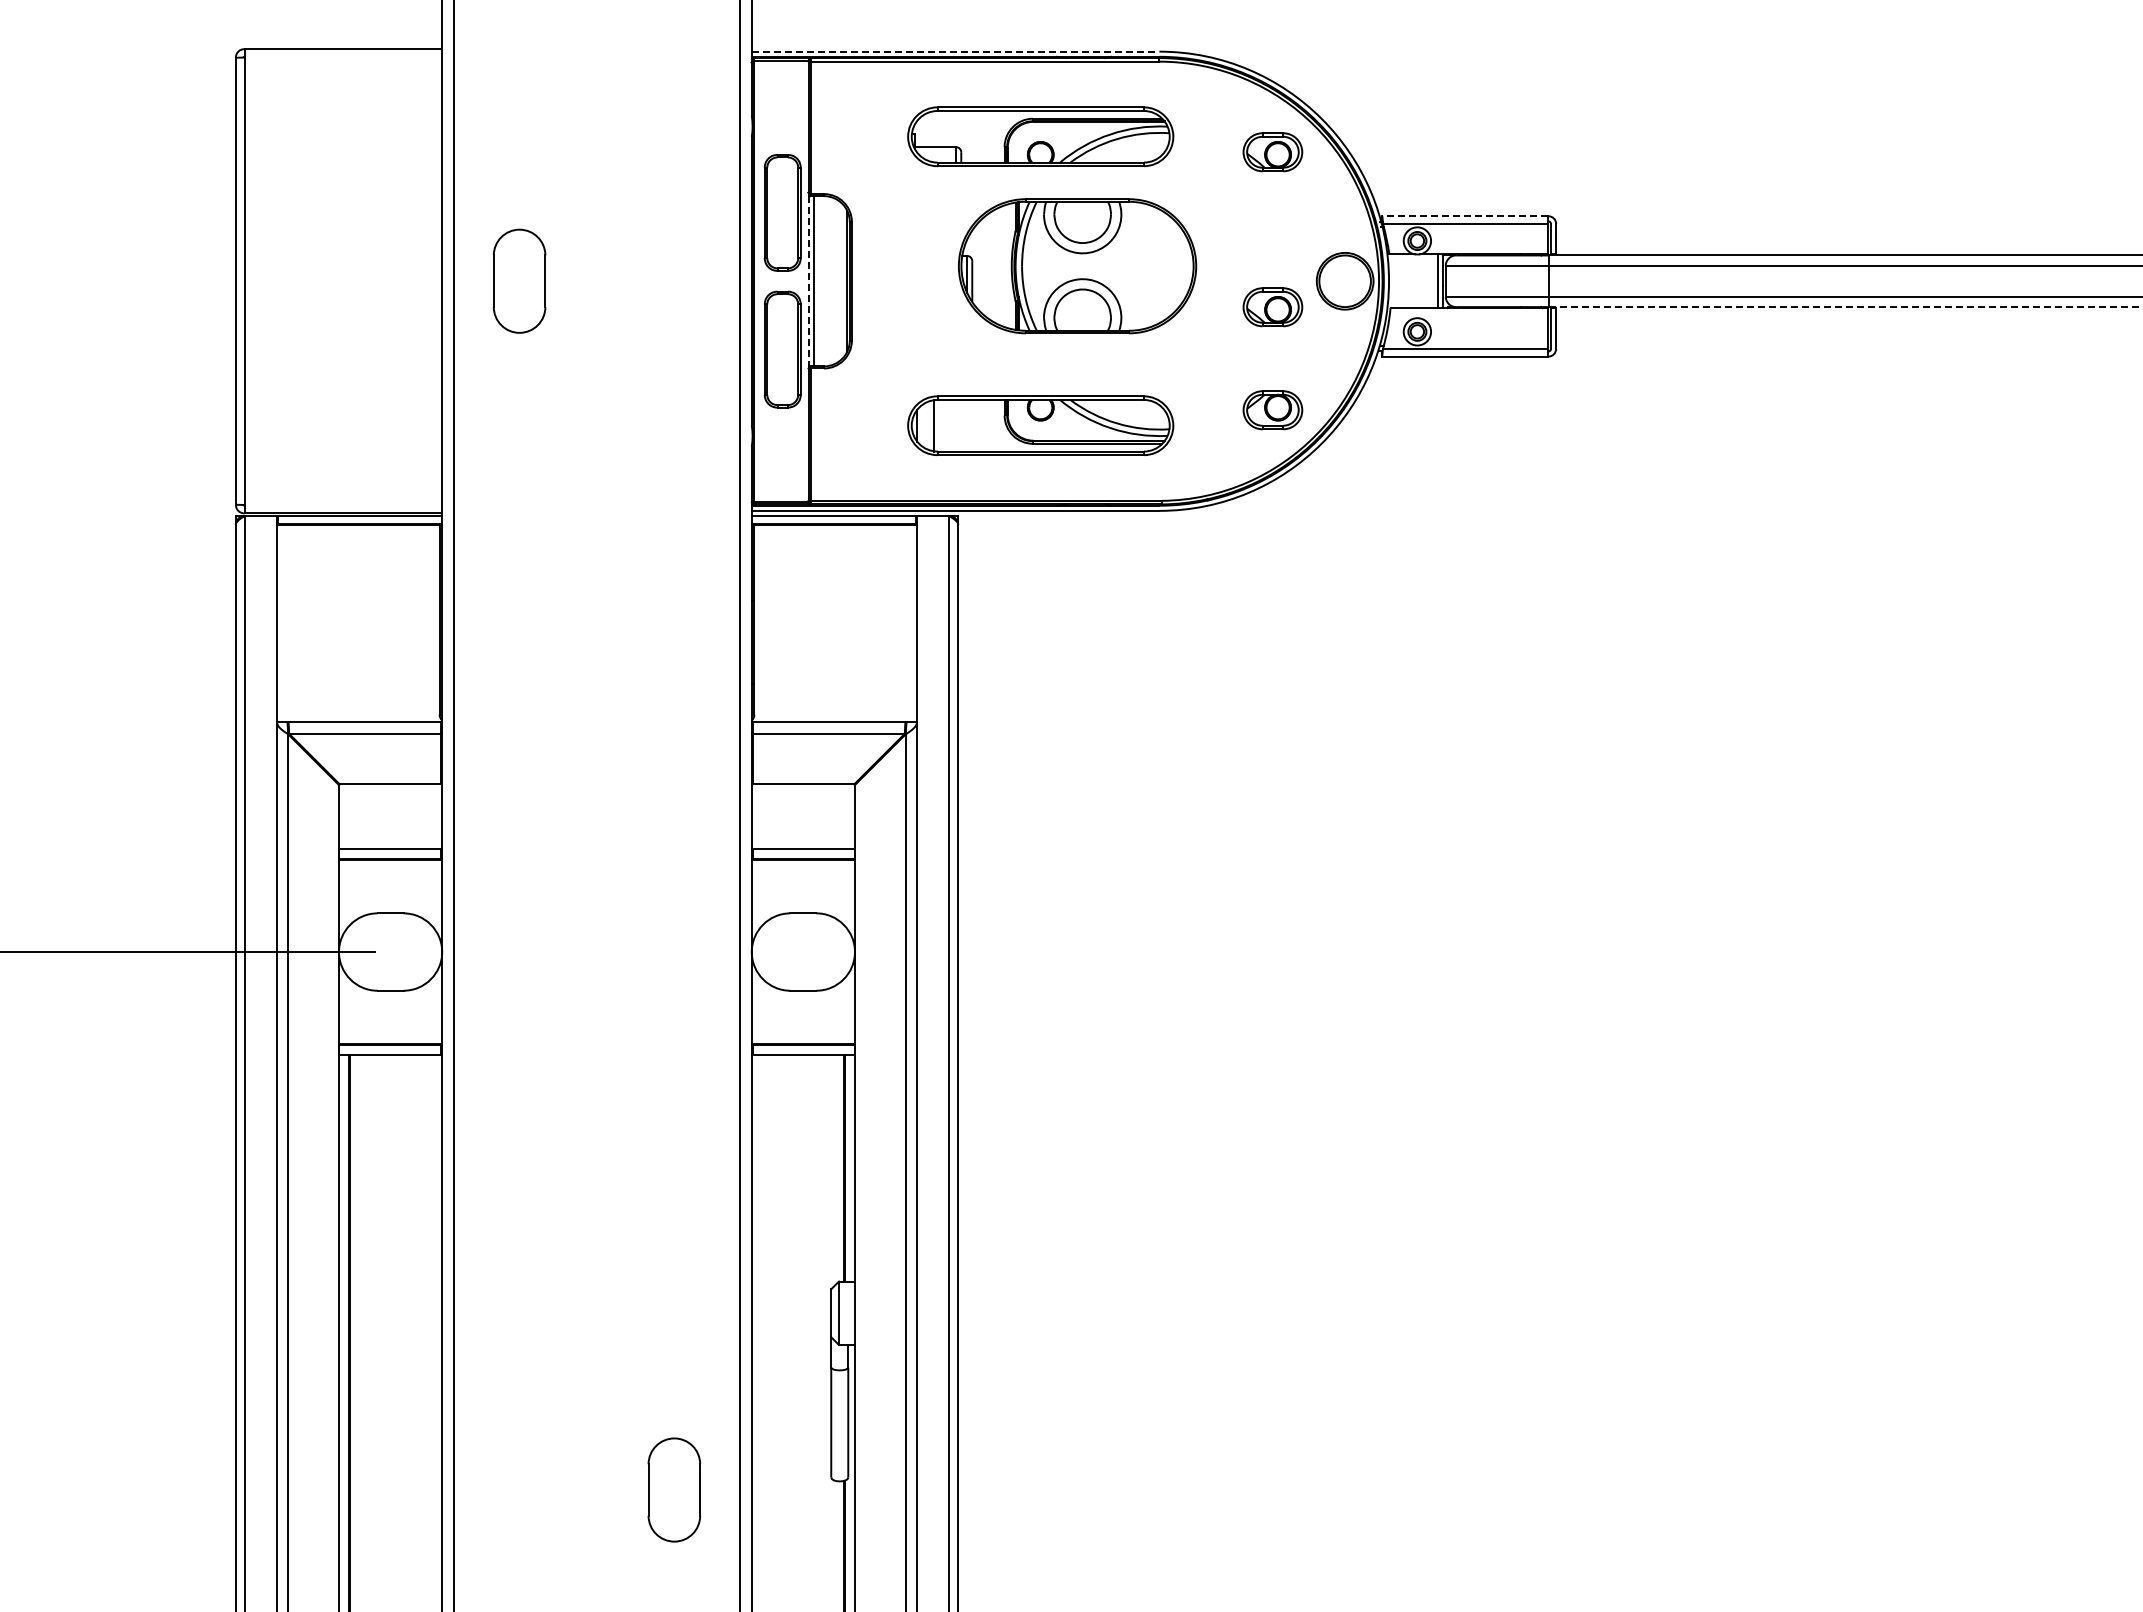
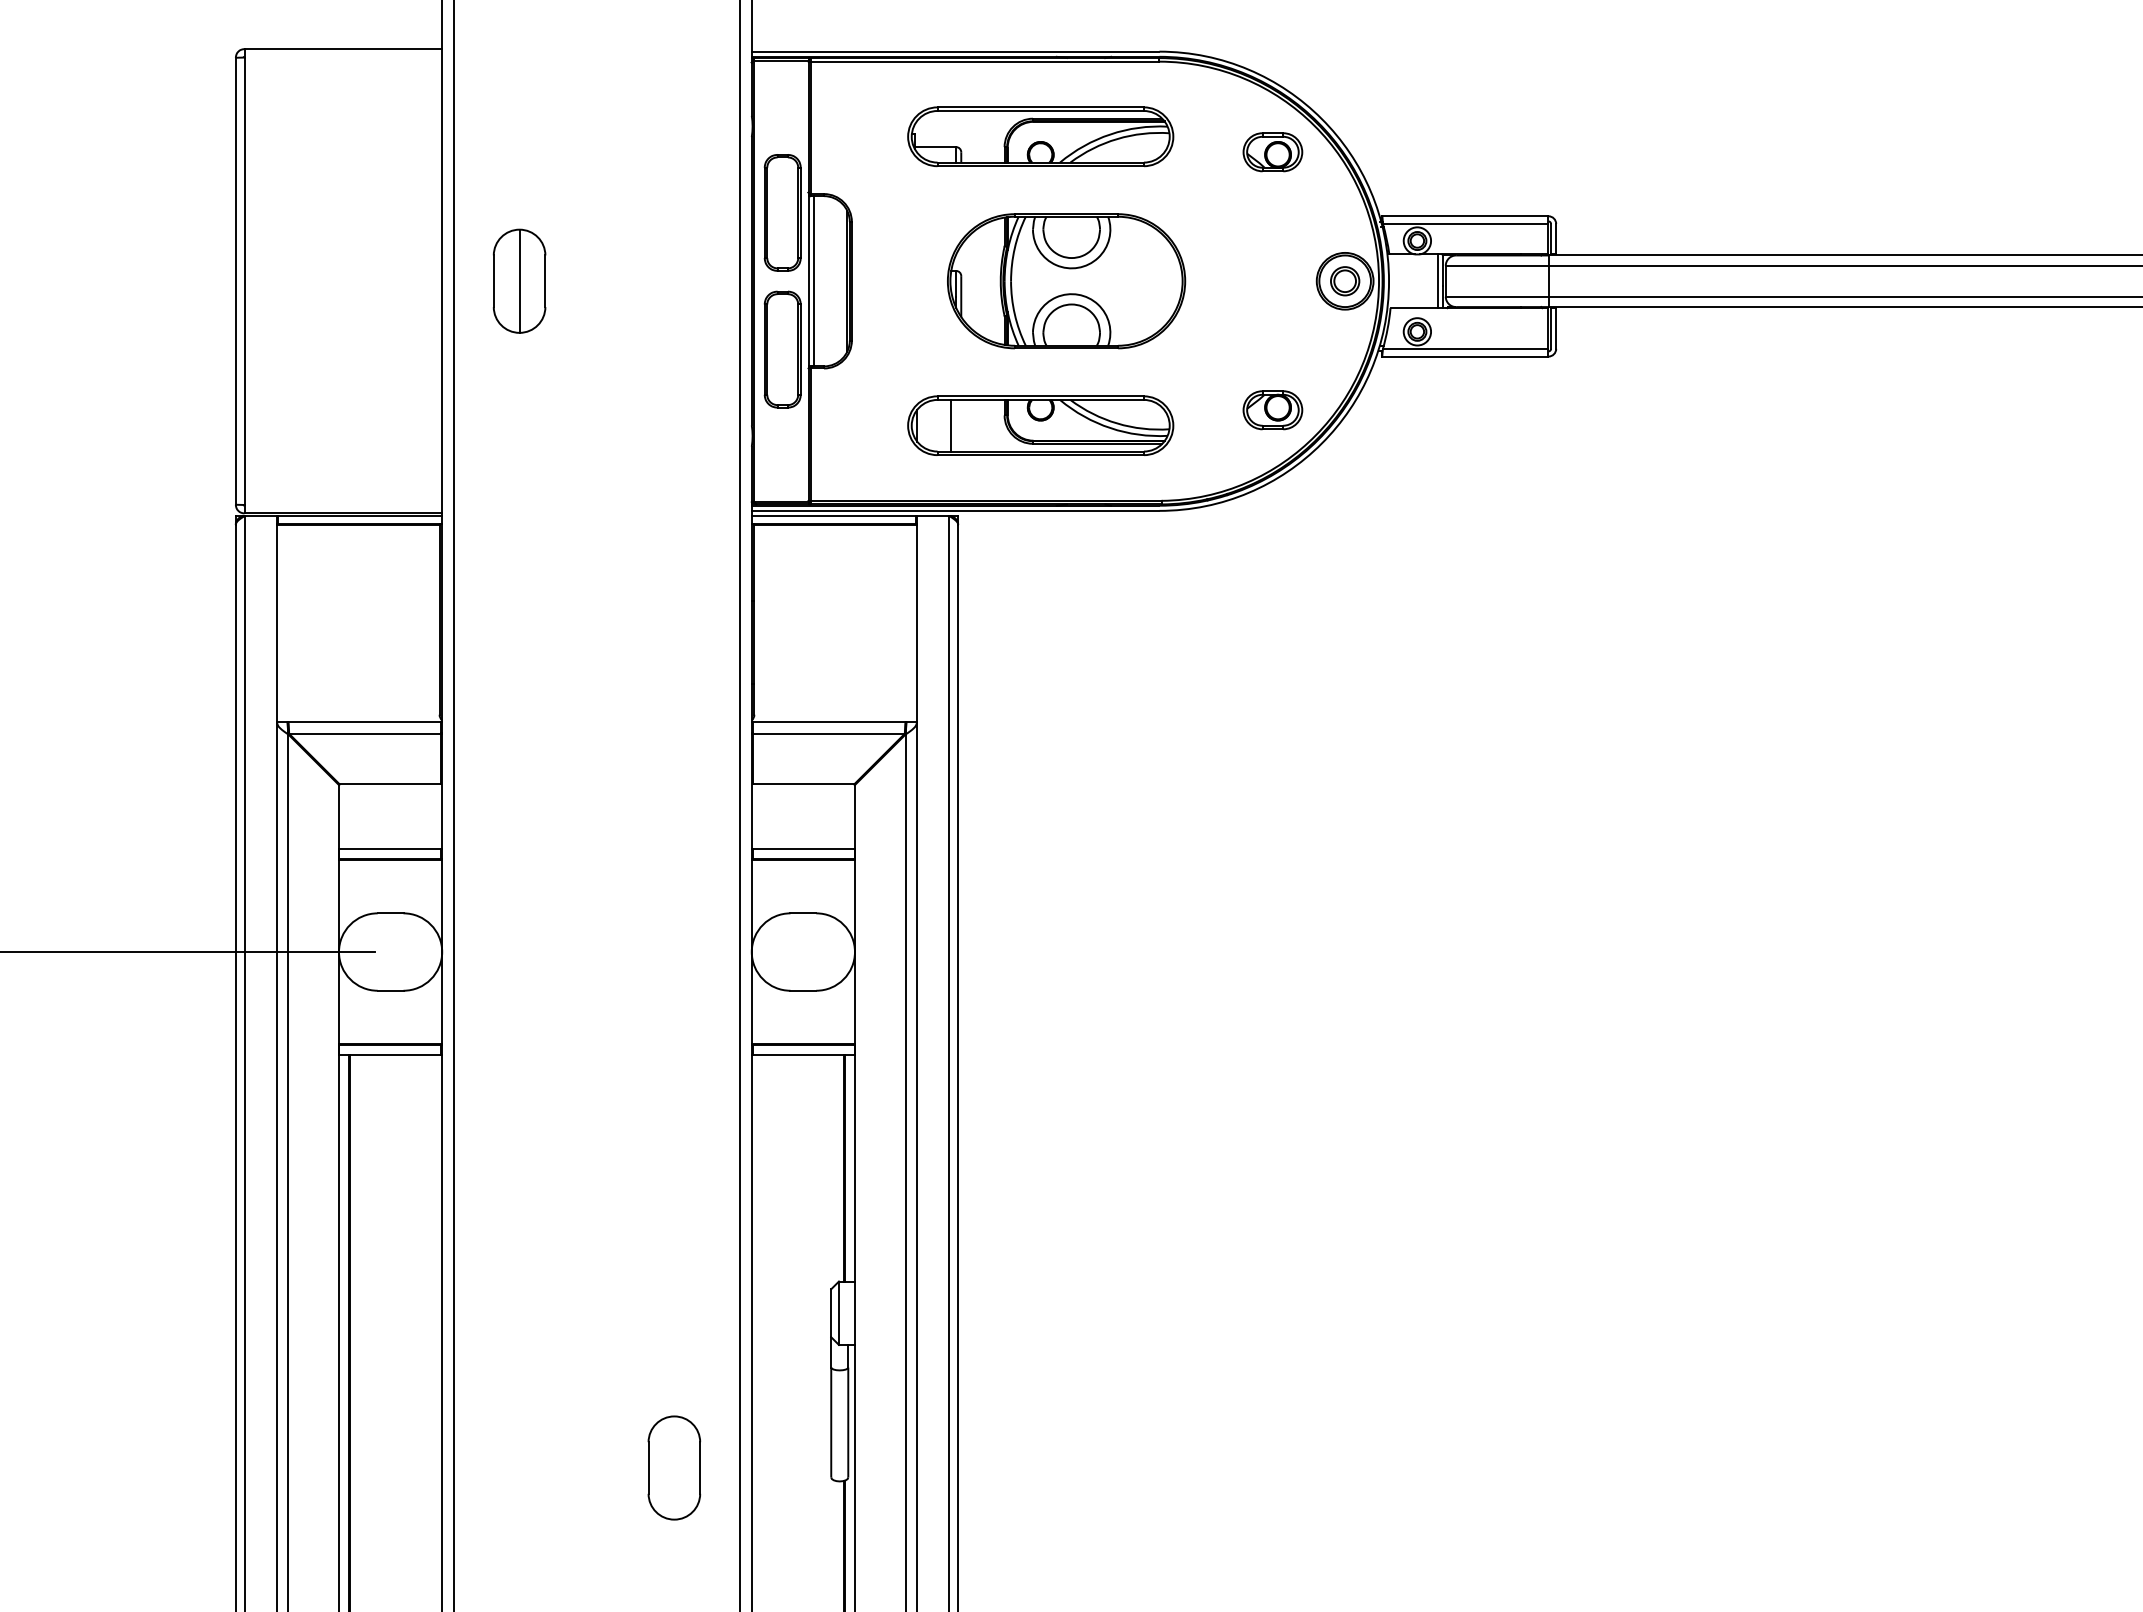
line at (955, 51): dashed -> solid
line at (1464, 216): dashed -> solid
part at (1077, 266) position: (1077, 266) -> (1066, 281)
line at (519, 280): none -> present
line at (809, 281): dashed -> solid
part at (1345, 281): none -> present
part at (1272, 307): present -> none
line at (1845, 307): dashed -> solid
line at (933, 425) position: (933, 425) -> (950, 425)
part at (674, 1489) position: (674, 1489) -> (674, 1467)
